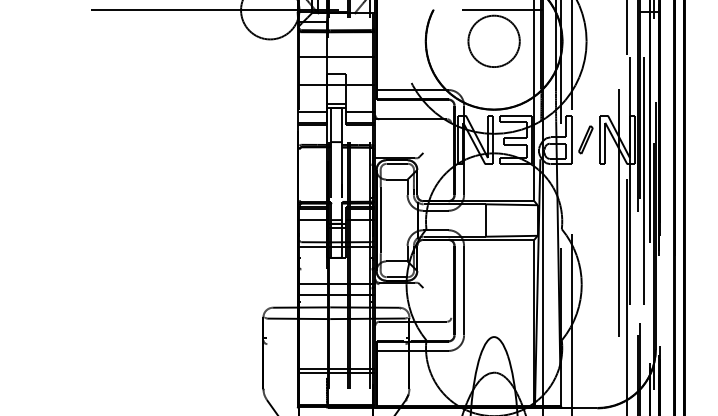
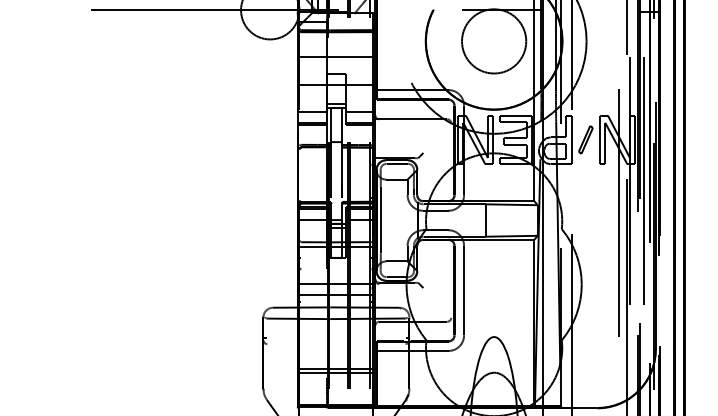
circle at (493, 41) diameter: 51 px -> 64 px
